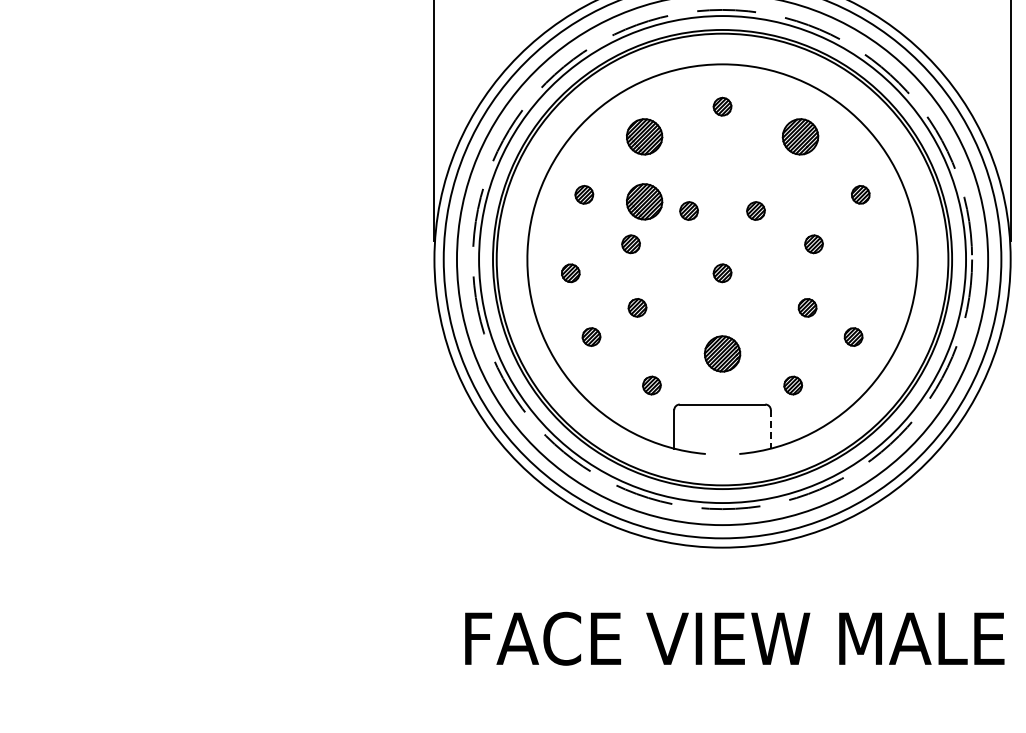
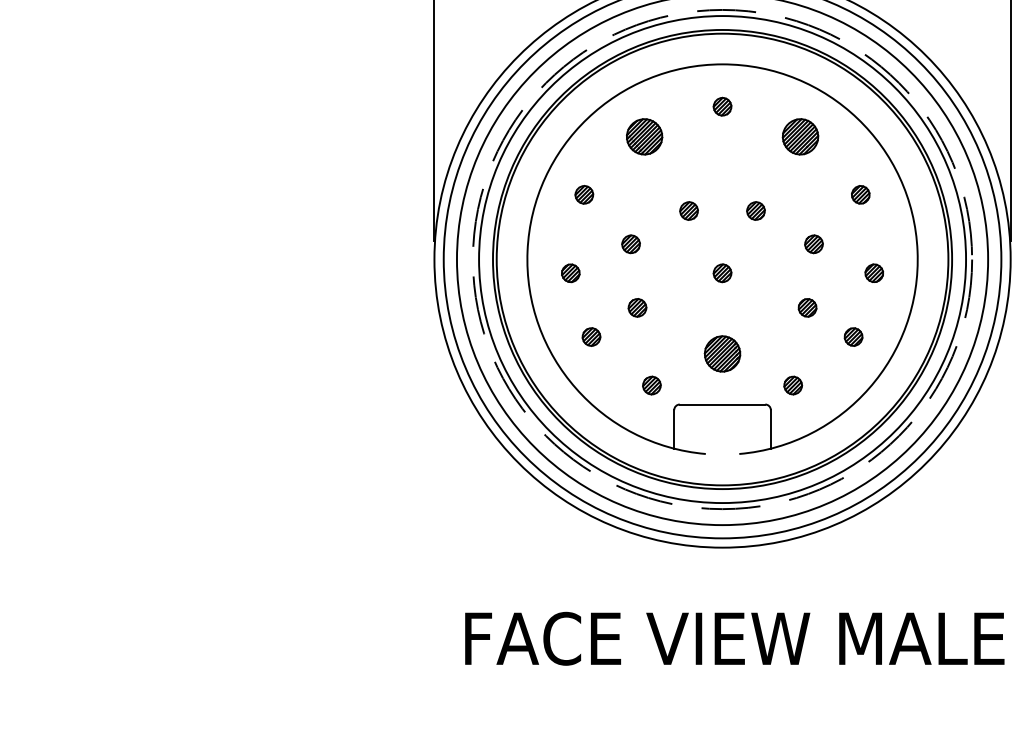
part at (644, 201): present -> none
part at (874, 272): none -> present
line at (770, 429): dashed -> solid
